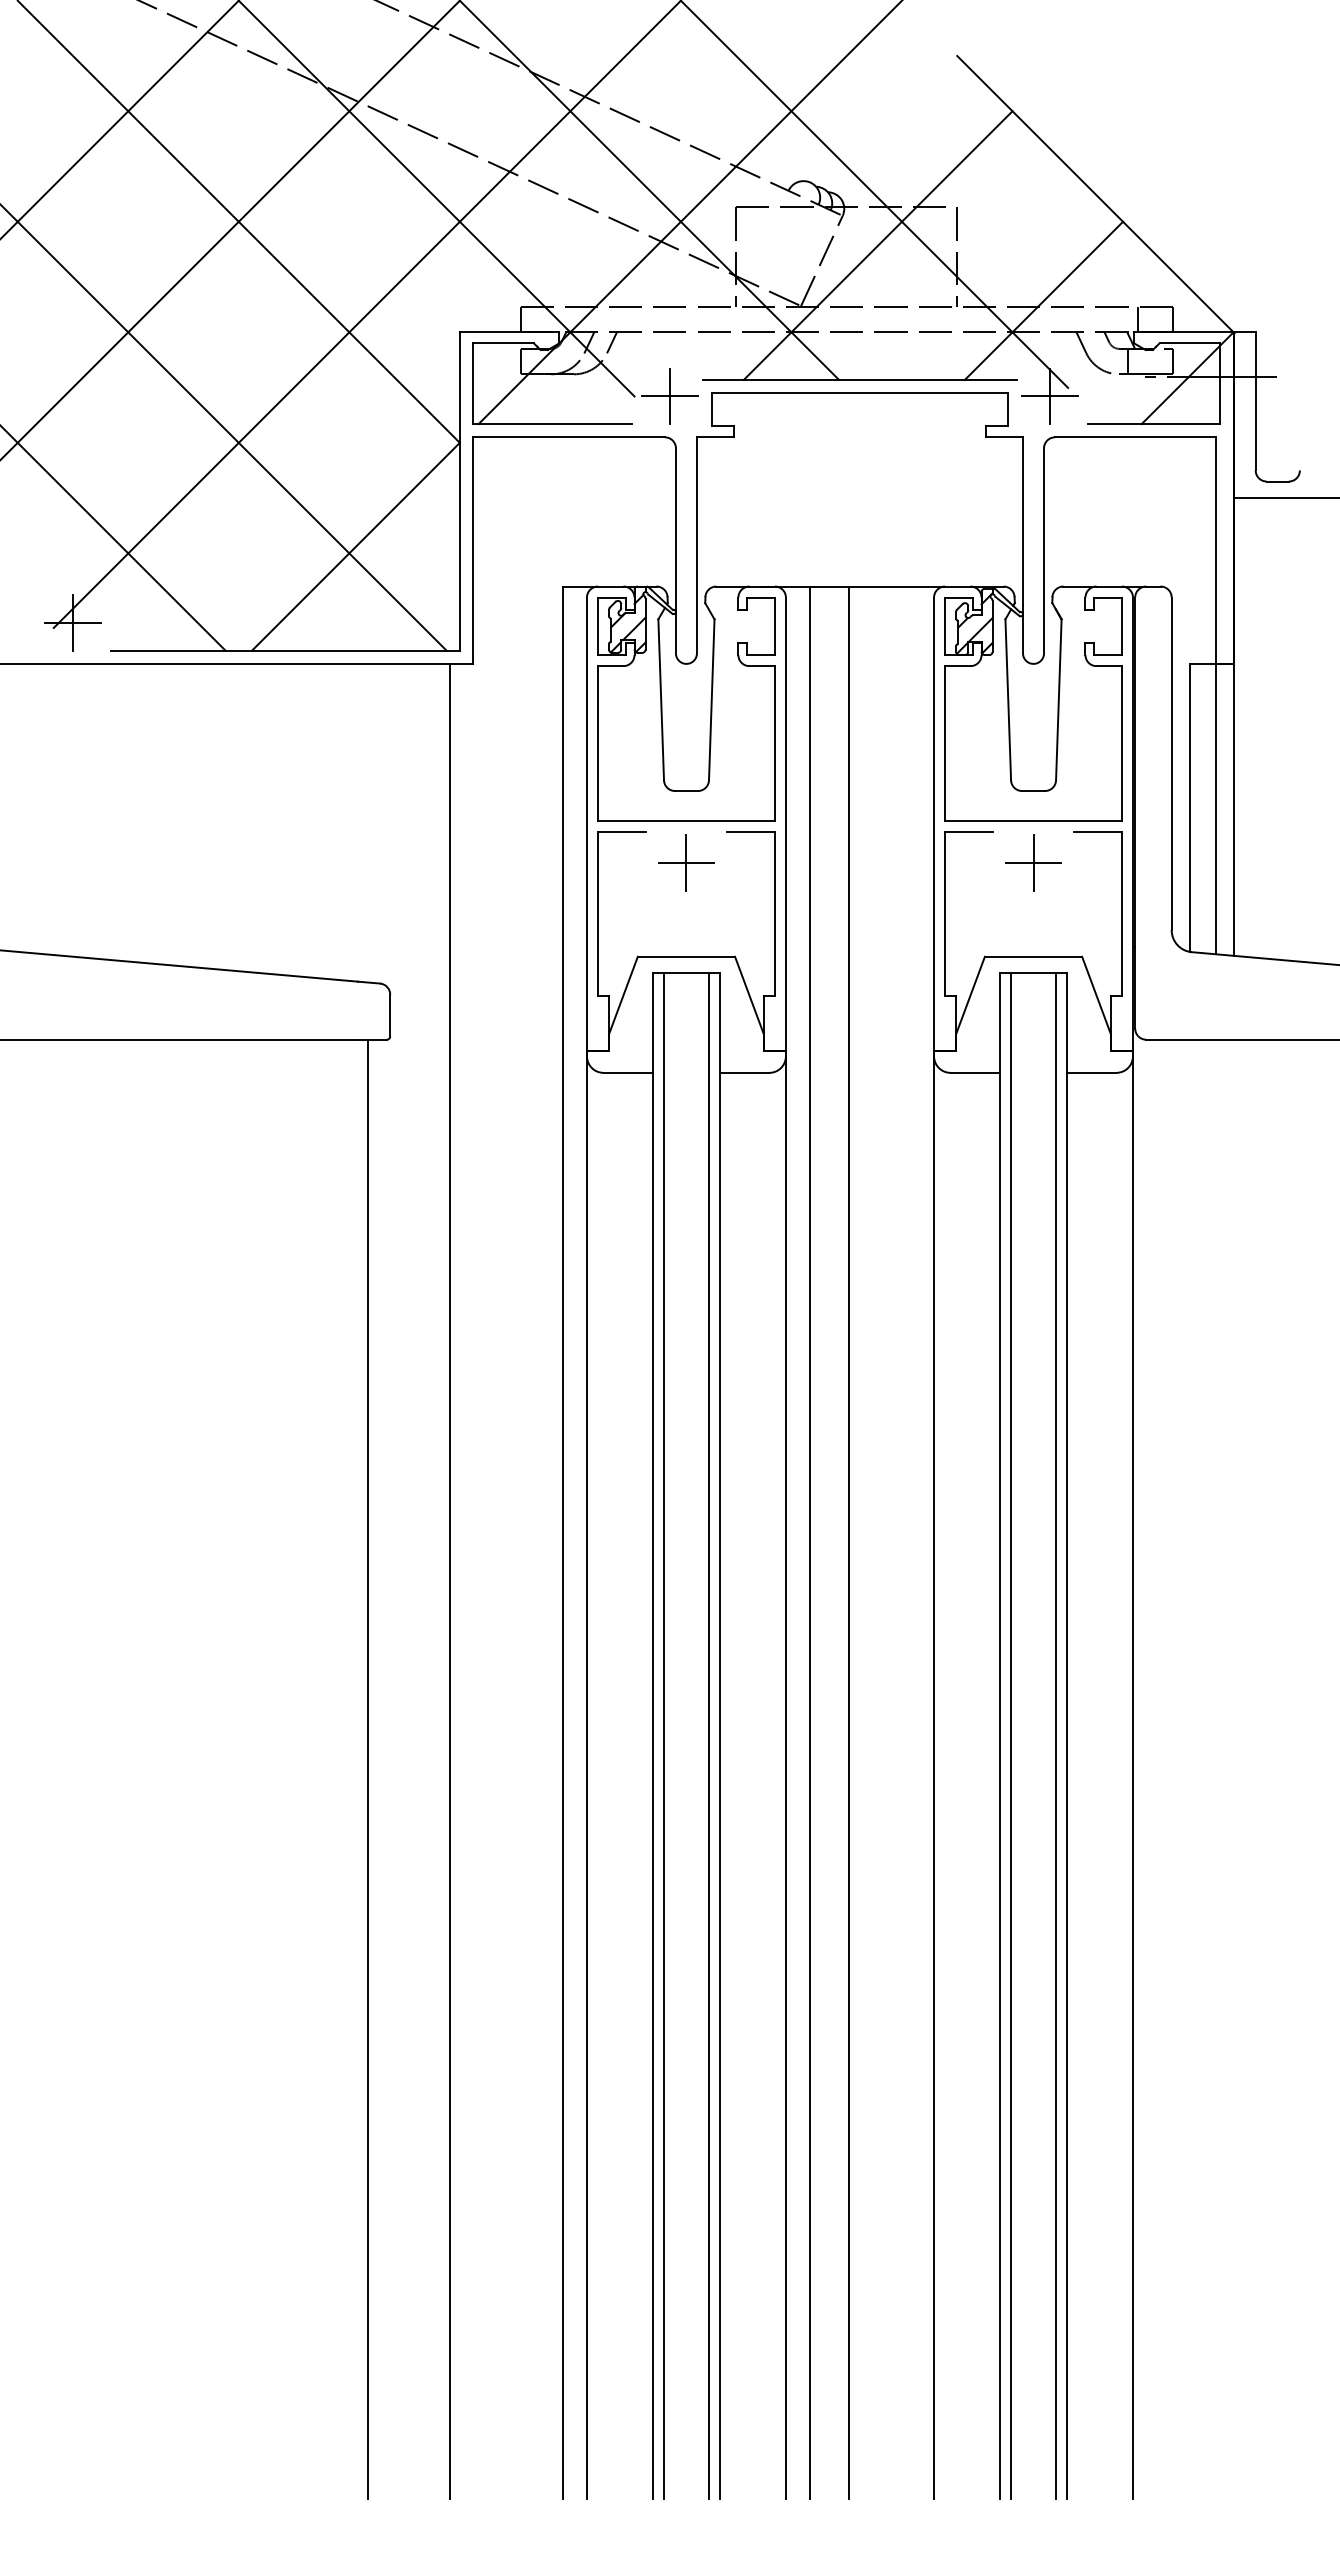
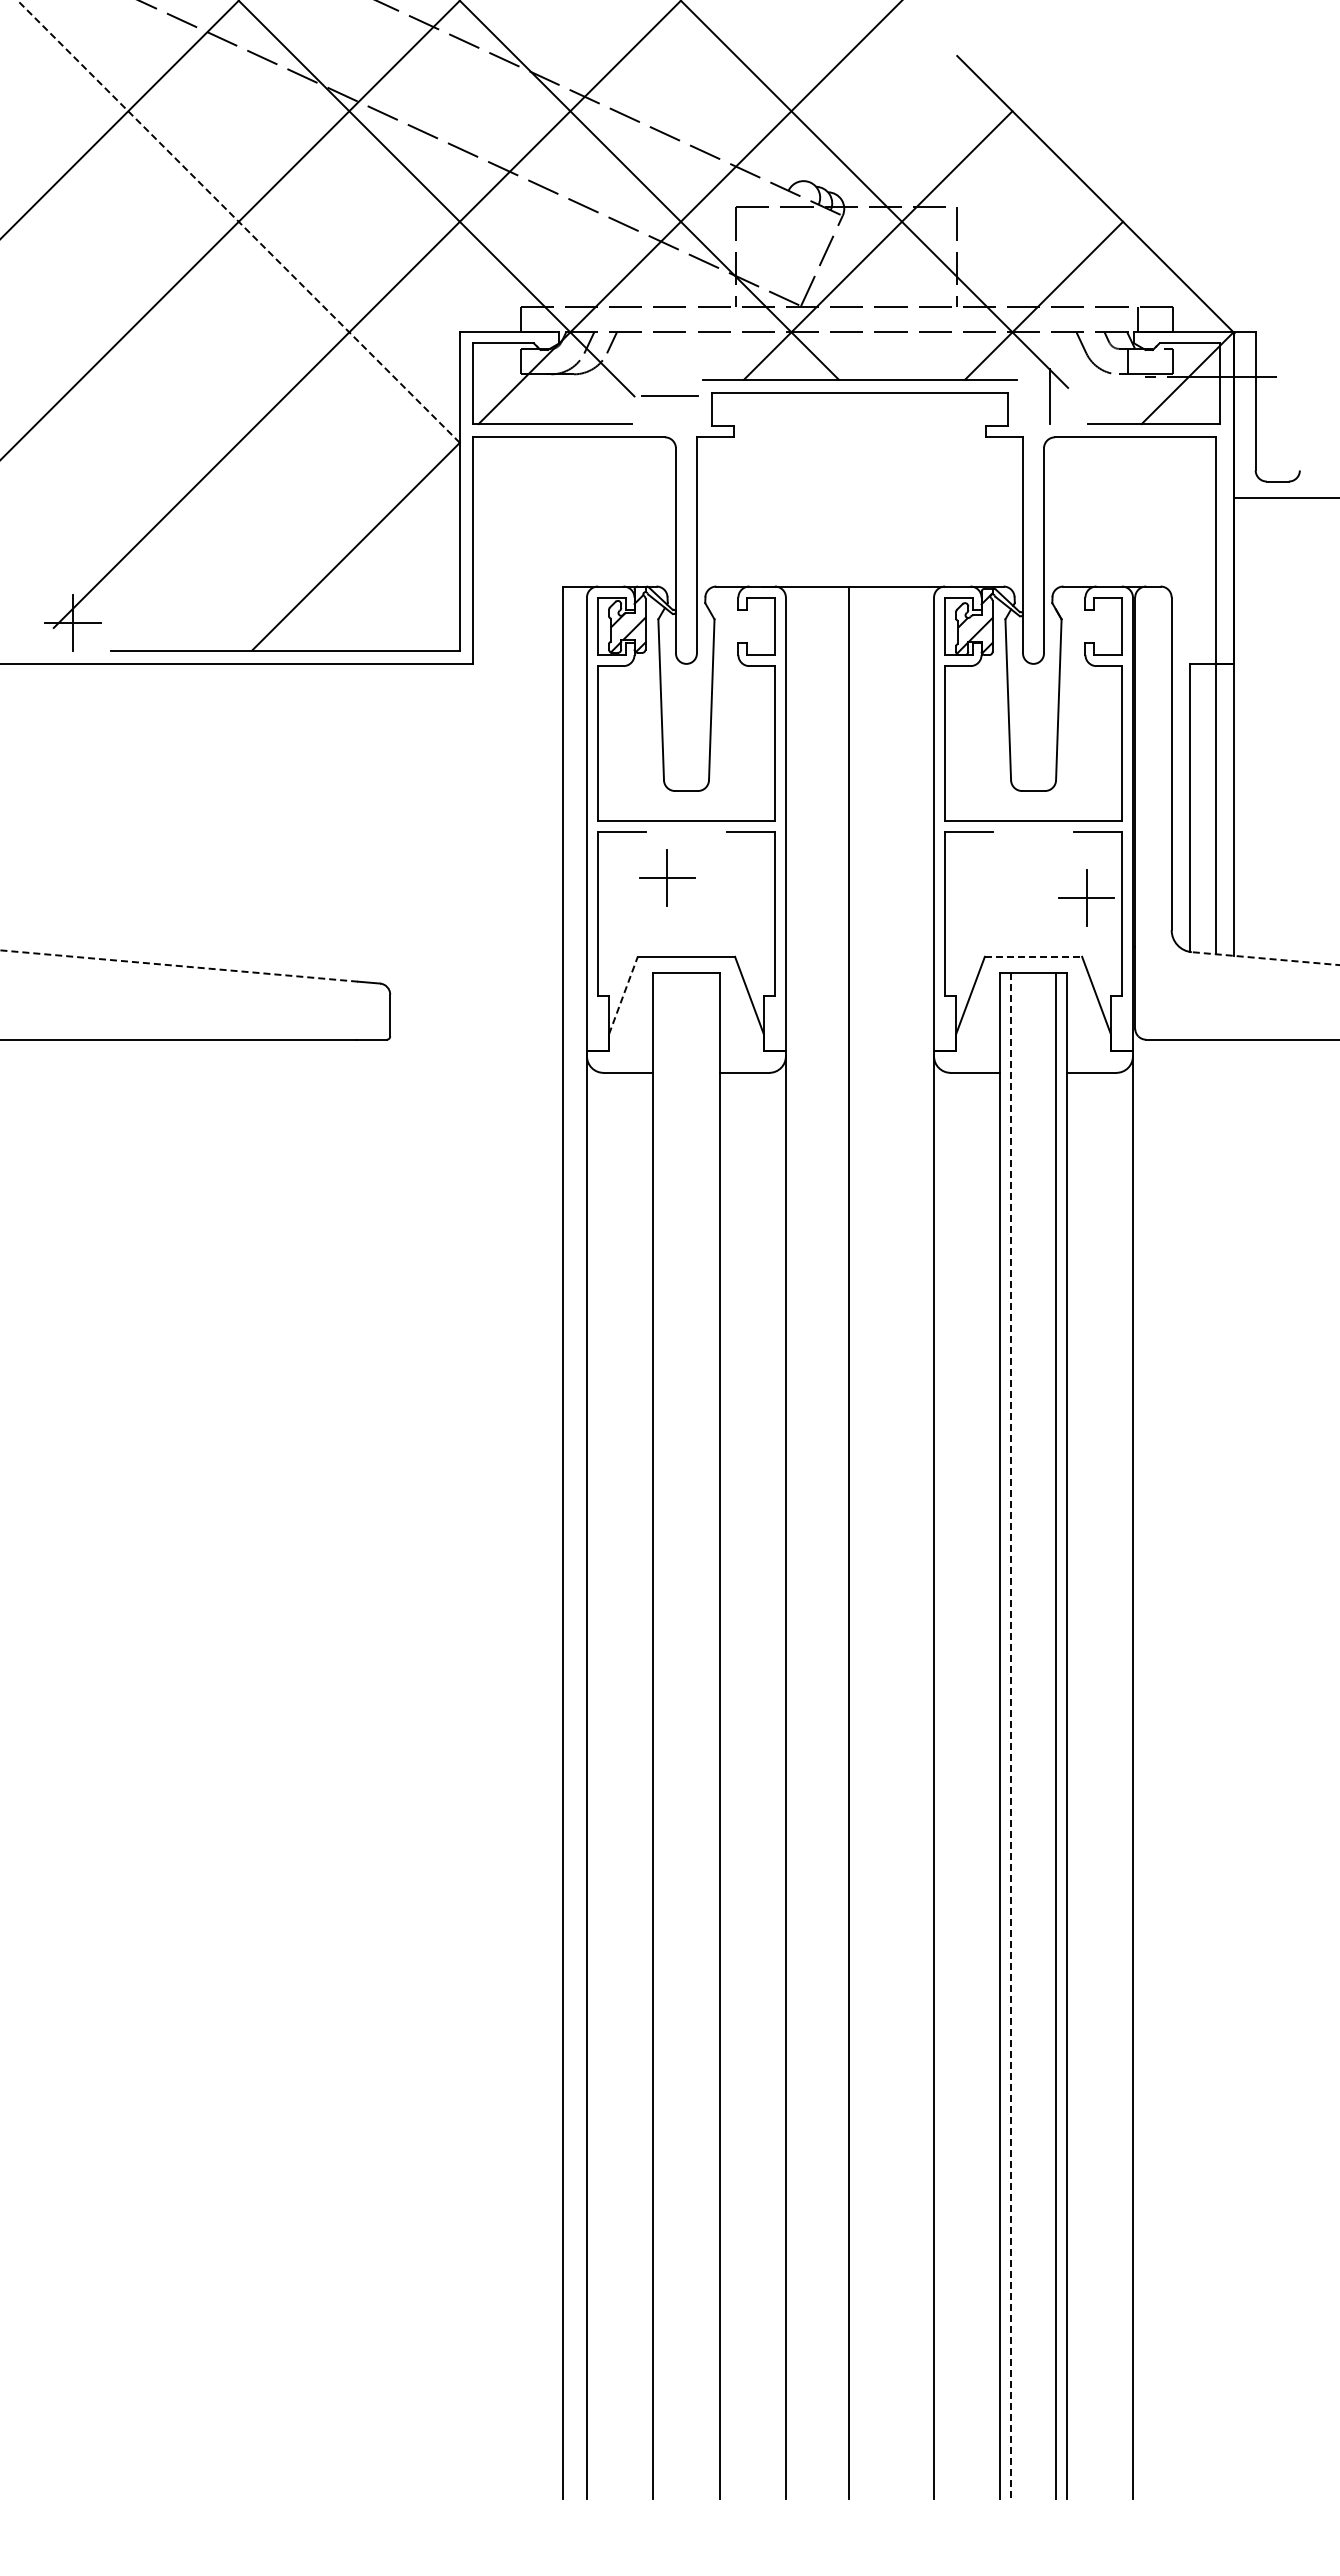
line at (238, 221): solid -> dashed
line at (669, 396): present -> none
line at (1049, 396): present -> none
line at (224, 428): present -> none
line at (113, 538): present -> none
part at (686, 862) position: (686, 862) -> (667, 877)
part at (1033, 862) position: (1033, 862) -> (1086, 897)
line at (1033, 956): solid -> dashed
line at (1265, 958): solid -> dashed
line at (178, 966): solid -> dashed
line at (623, 995): solid -> dashed
line at (810, 1542): present -> none
line at (449, 1580): present -> none
line at (664, 1735): present -> none
line at (708, 1735): present -> none
line at (1011, 1736): solid -> dashed
line at (368, 1768): present -> none
